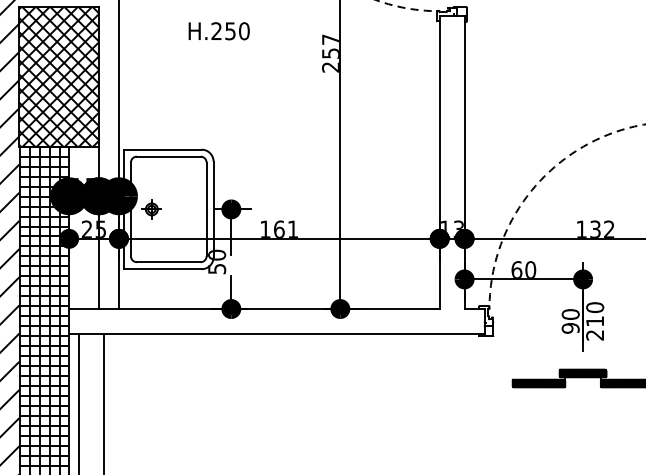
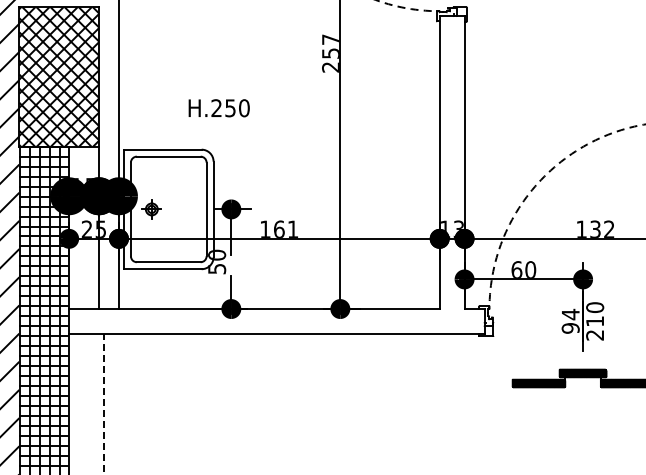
text at (218, 31) position: (218, 31) -> (218, 108)
text at (570, 314): 90 -> 94
line at (79, 402): present -> none
line at (104, 403): solid -> dashed
